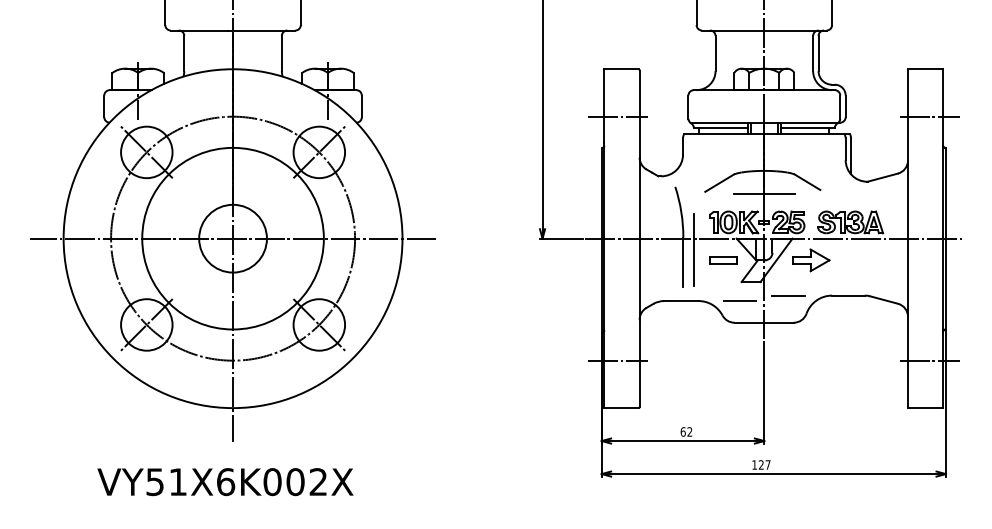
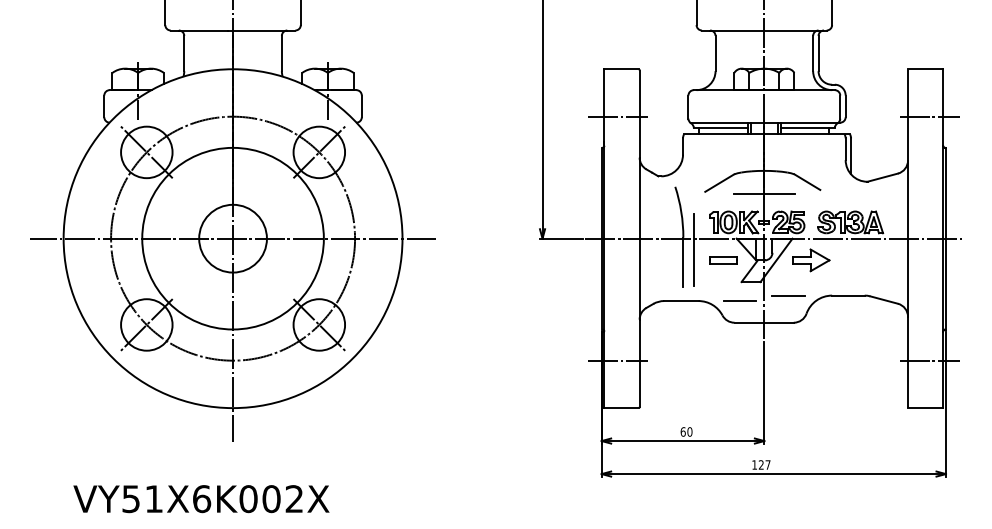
text at (689, 431): 62 -> 60
text at (225, 482) position: (225, 482) -> (201, 499)
